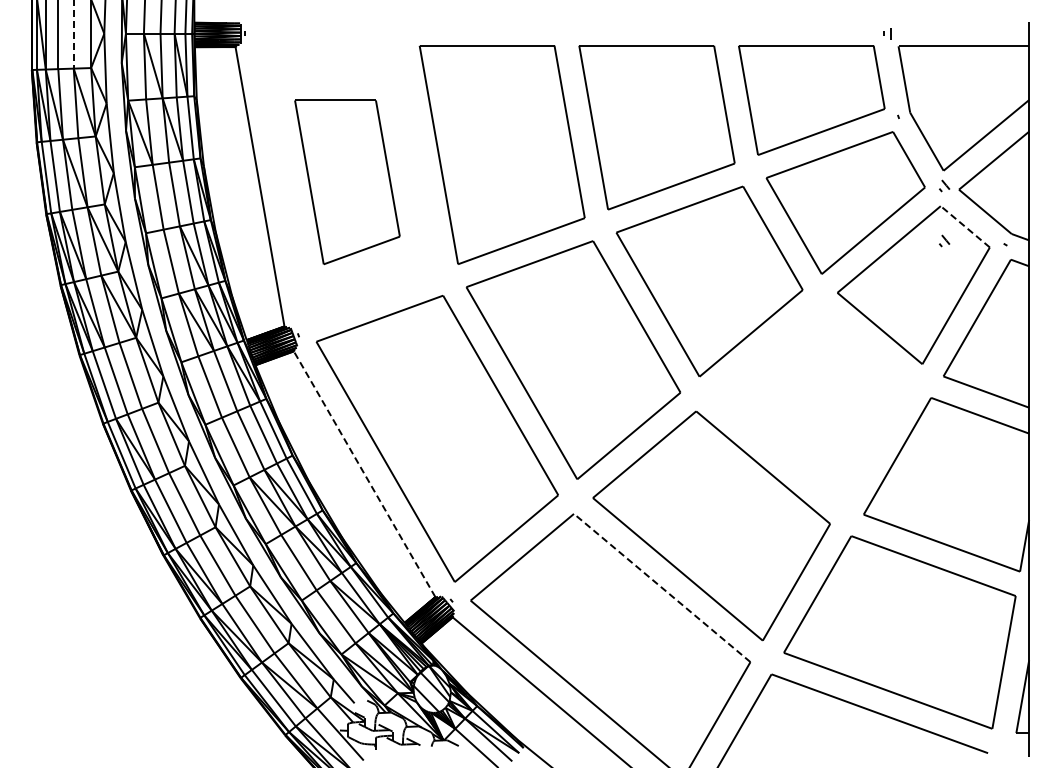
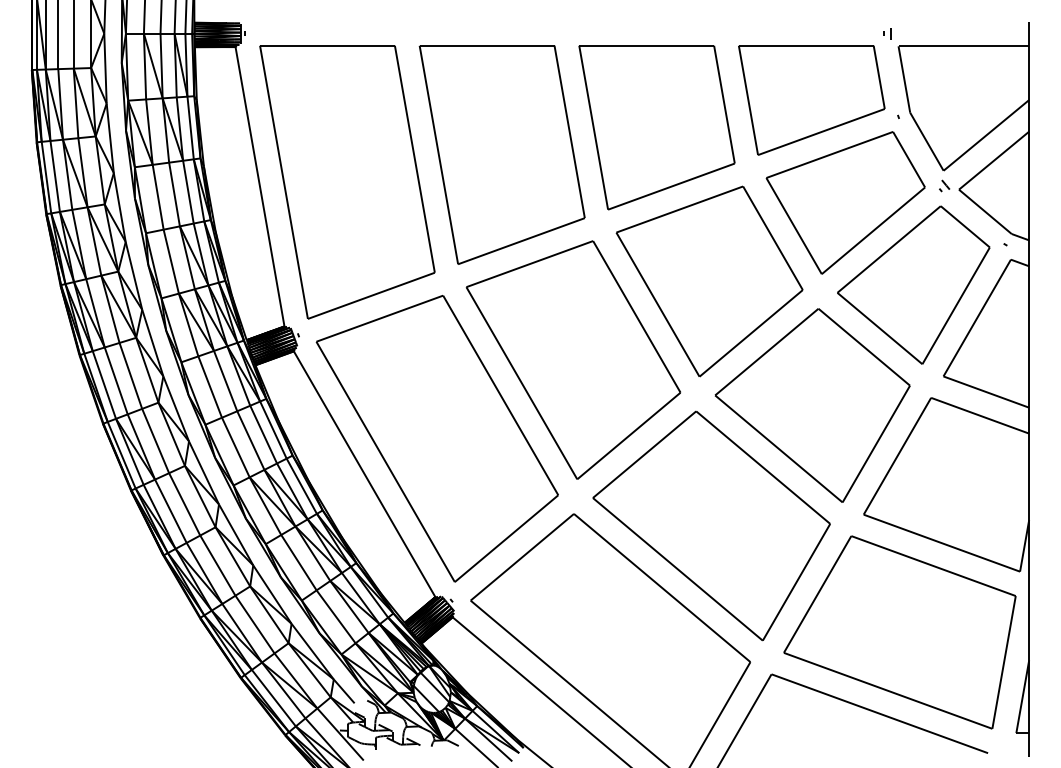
line at (73, 34): dashed -> solid
part at (347, 181) size: 107x166 px -> 177x275 px
line at (964, 226): dashed -> solid
part at (944, 240): present -> none
part at (812, 405): none -> present
line at (364, 474): dashed -> solid
line at (661, 587): dashed -> solid
